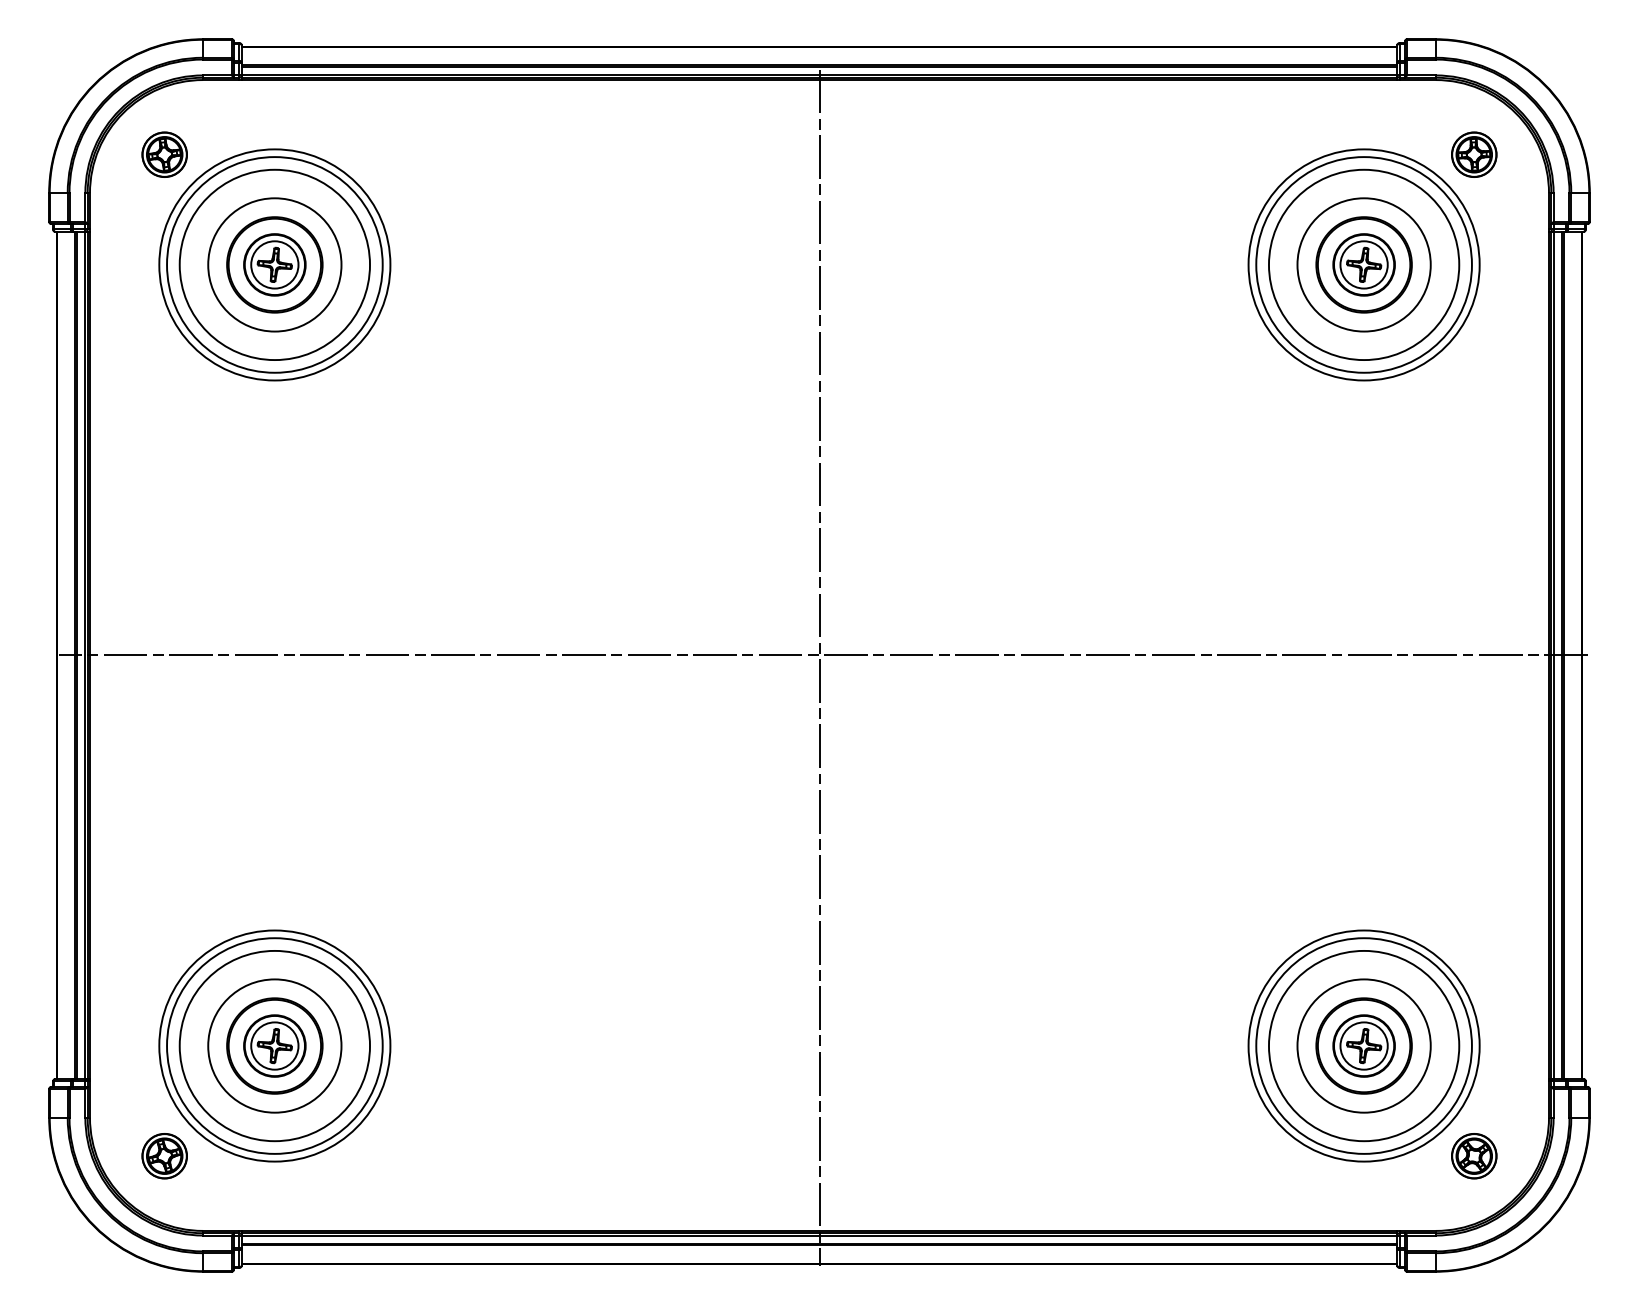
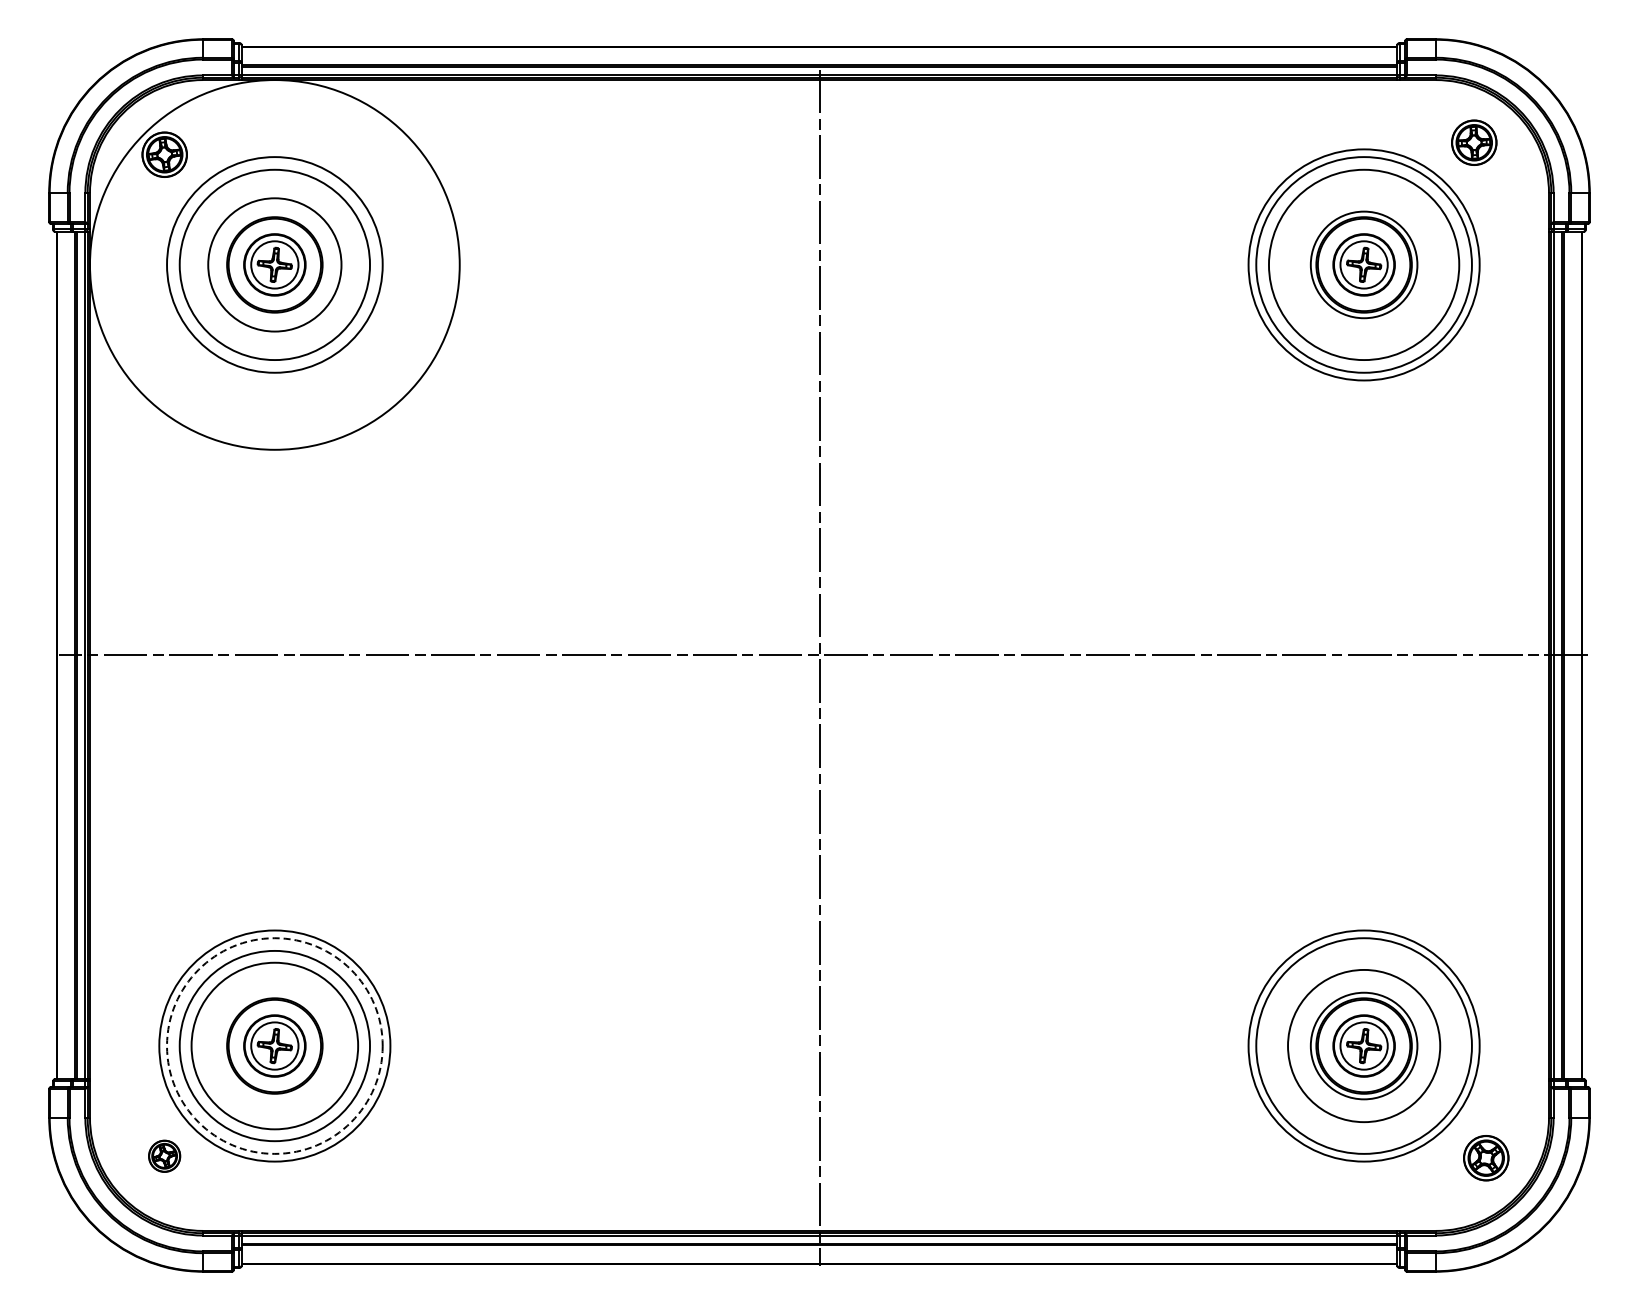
part at (1474, 154) position: (1474, 154) -> (1474, 142)
circle at (274, 264) diameter: 231 px -> 370 px
circle at (1363, 264) diameter: 133 px -> 107 px
circle at (274, 1045) diameter: 133 px -> 167 px
circle at (274, 1045): solid -> dashed
circle at (1363, 1045) diameter: 133 px -> 107 px
circle at (1363, 1045) diameter: 190 px -> 152 px
part at (164, 1156) size: 47x47 px -> 34x34 px
part at (1474, 1156) position: (1474, 1156) -> (1486, 1158)
